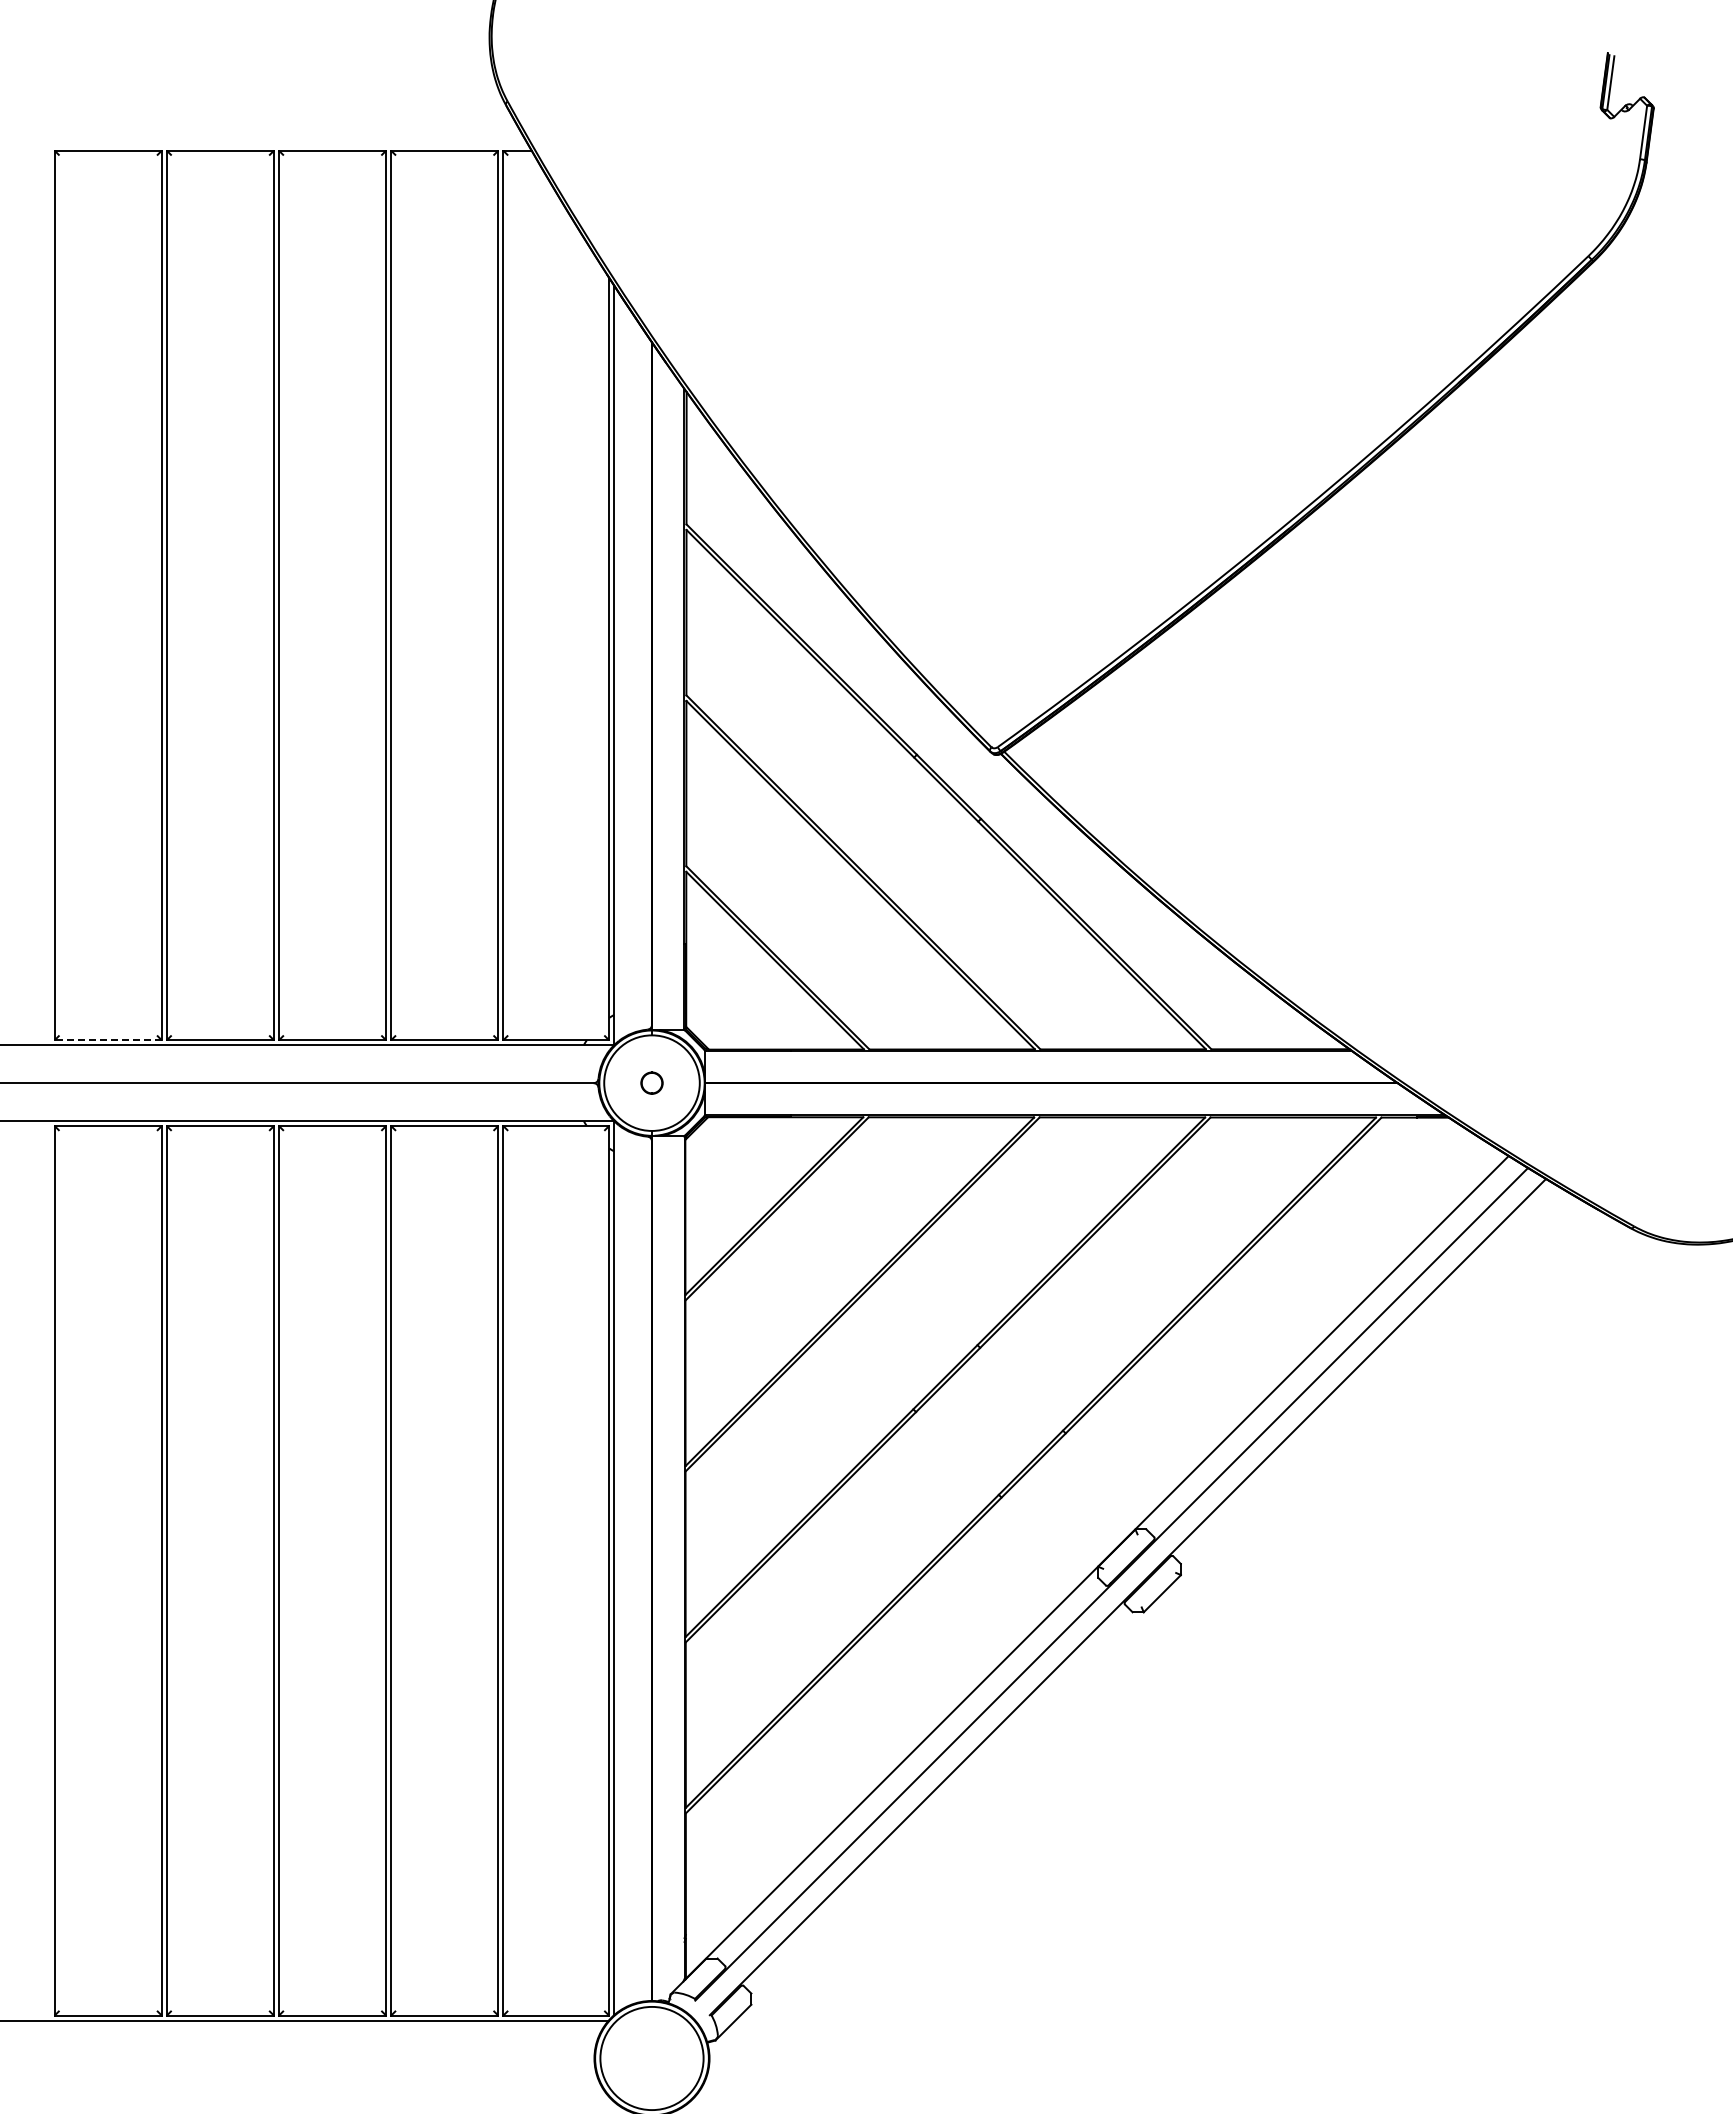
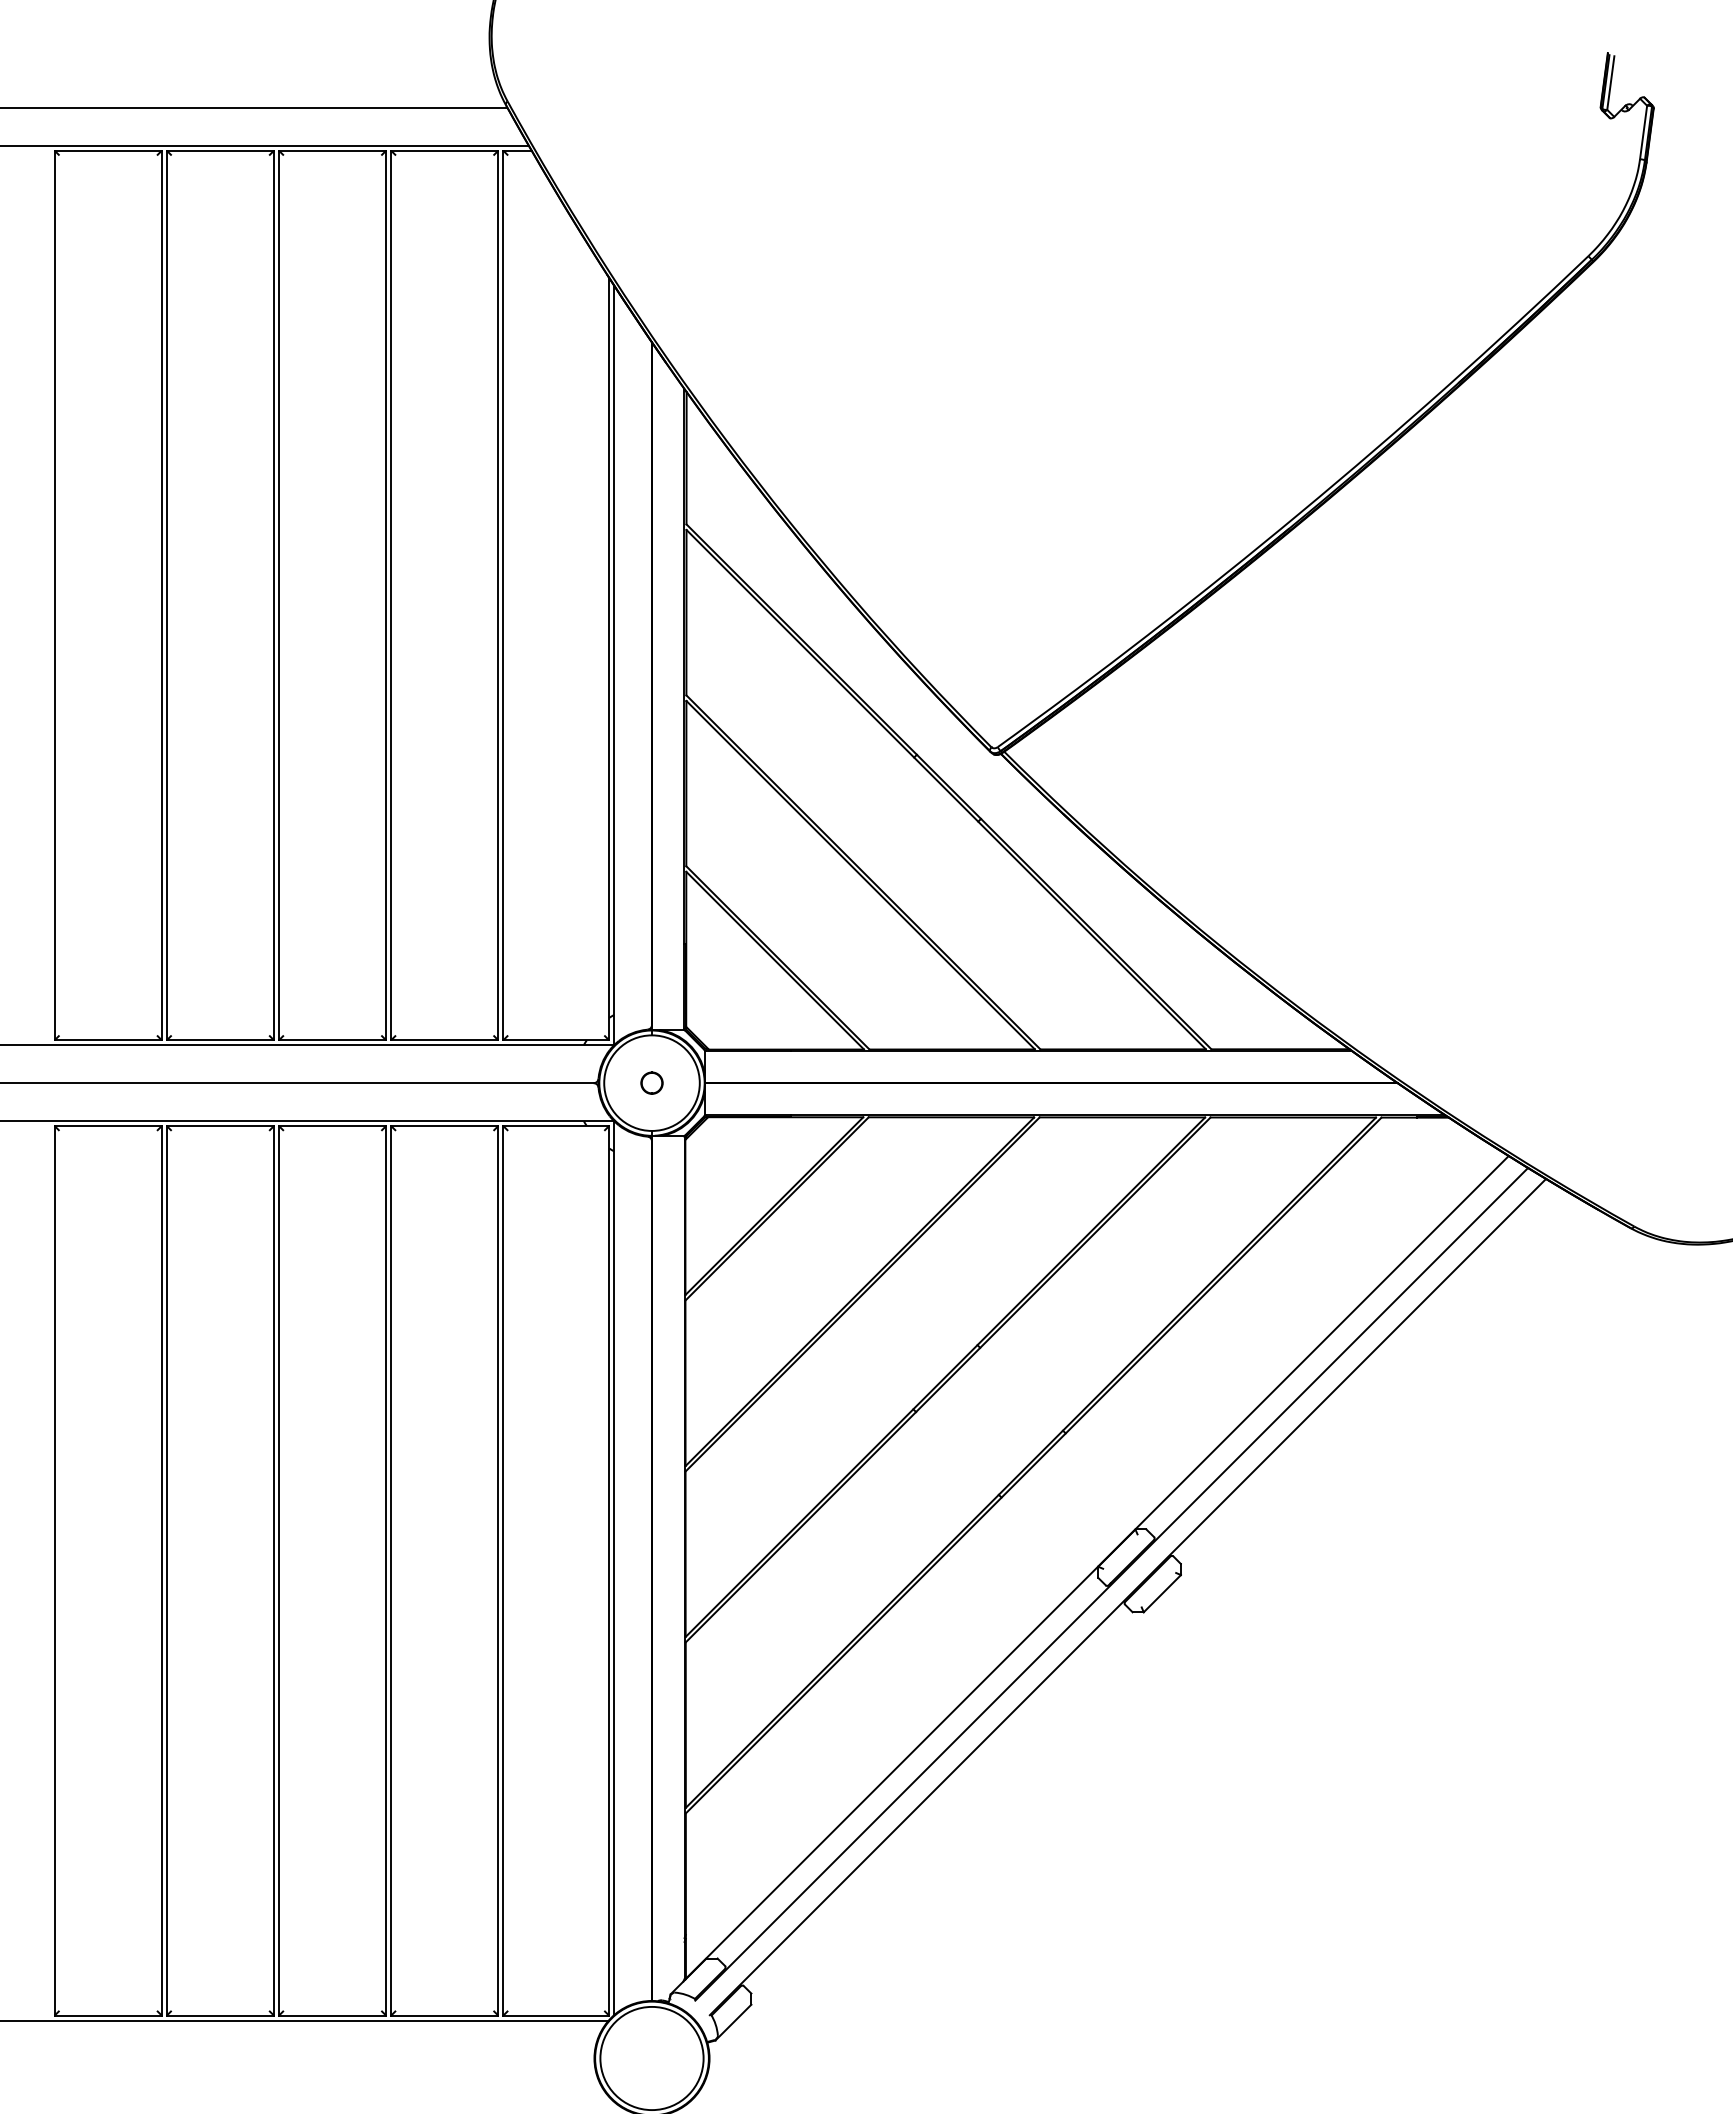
line at (254, 107): none -> present
line at (265, 145): none -> present
line at (108, 1040): dashed -> solid
